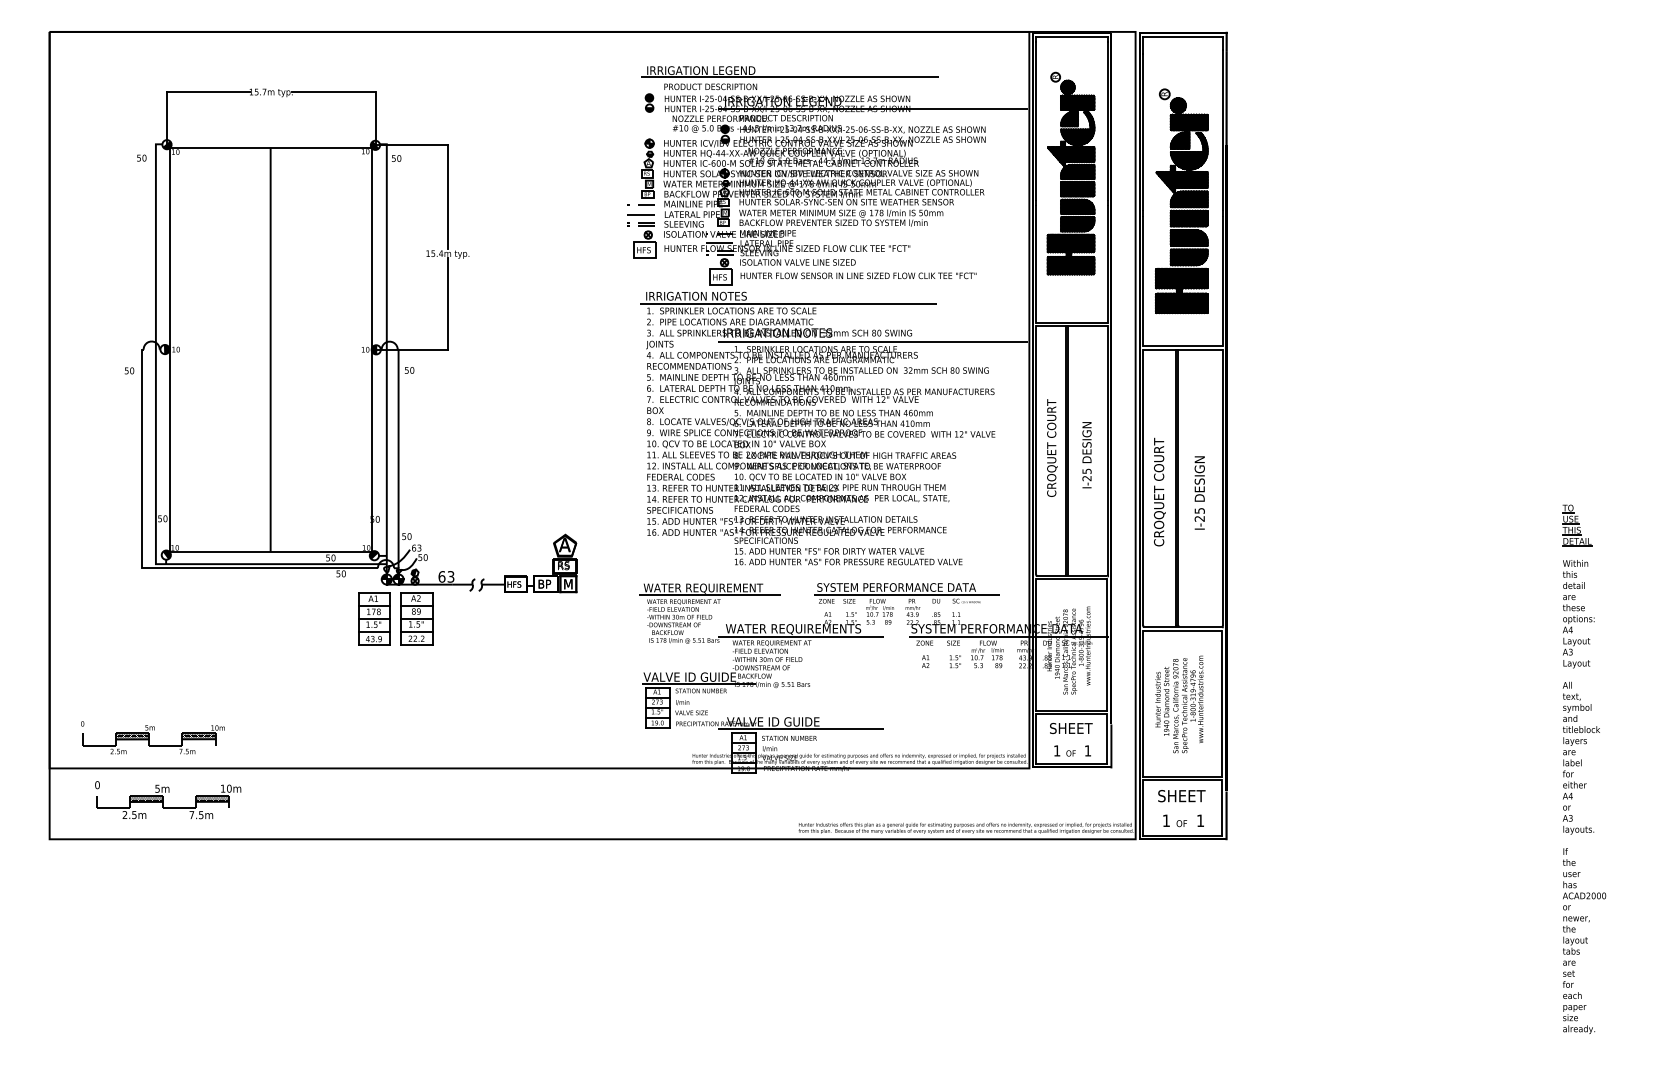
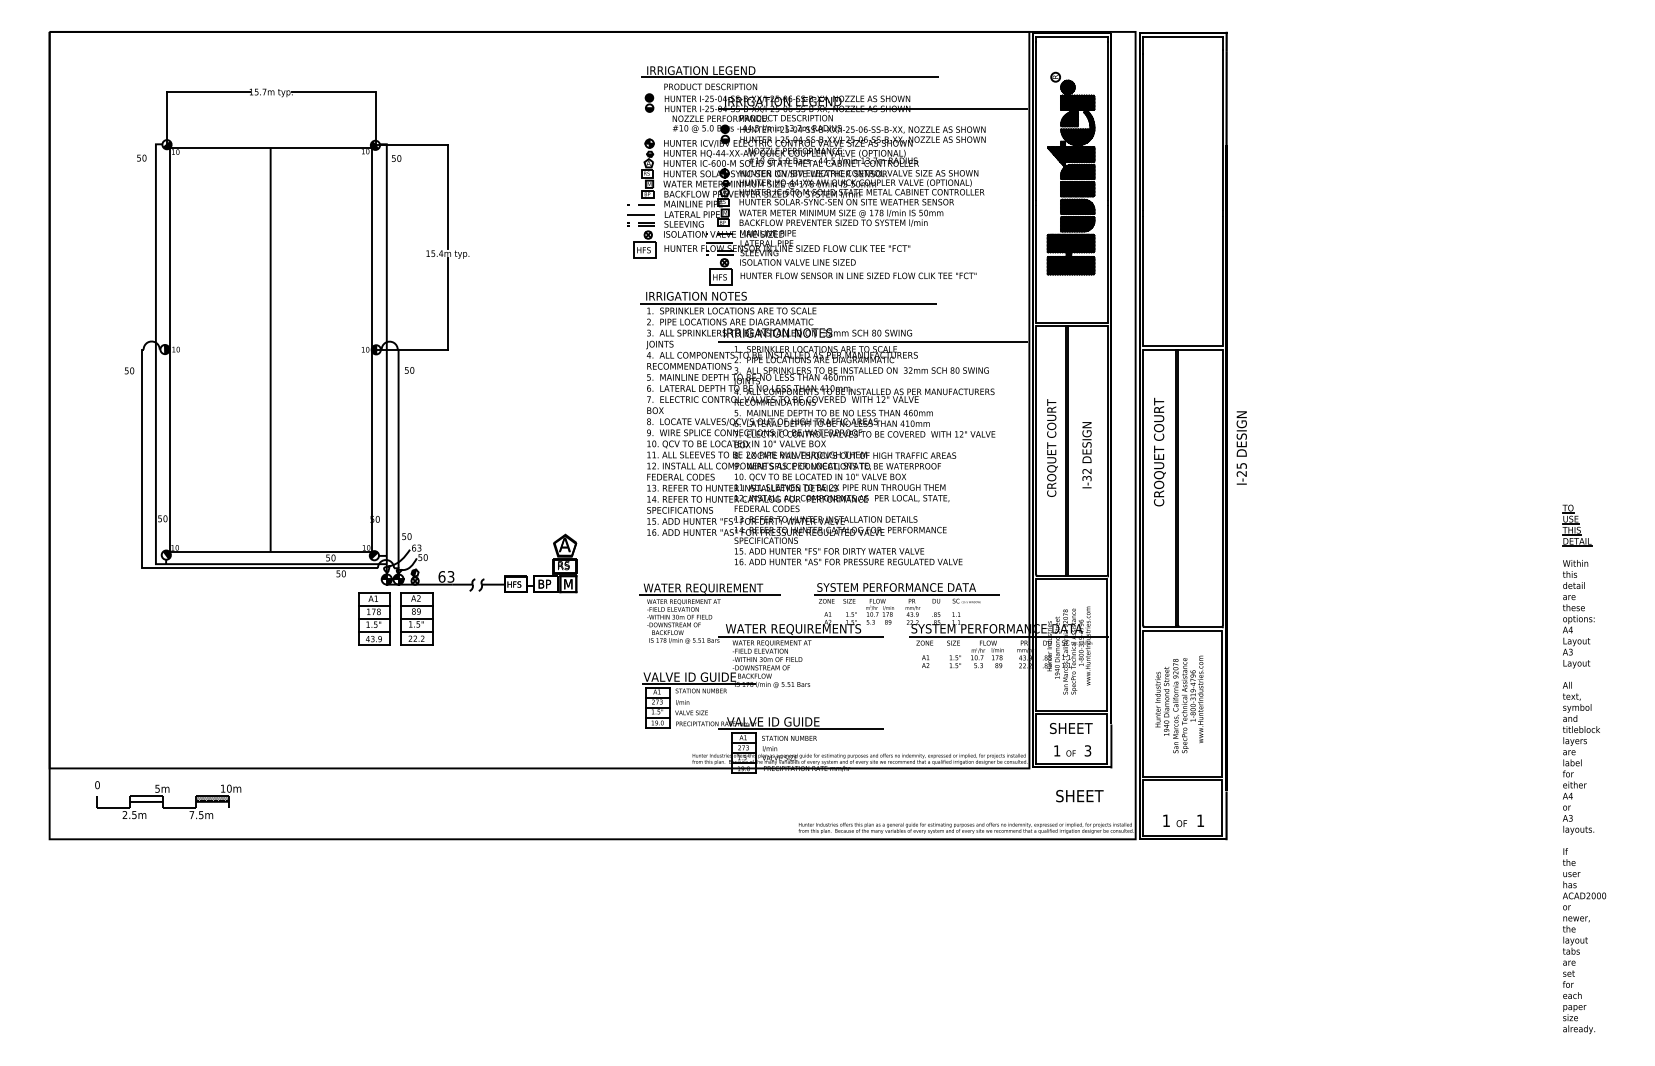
part at (1181, 201): present -> none
text at (1086, 474): I-25 -> I-32
text at (1159, 491) position: (1159, 491) -> (1159, 451)
text at (1199, 492) position: (1199, 492) -> (1241, 447)
part at (152, 737): present -> none
text at (1087, 750): 1 -> 3
text at (1181, 796) position: (1181, 796) -> (1079, 796)
hatch at (146, 798): present -> none
